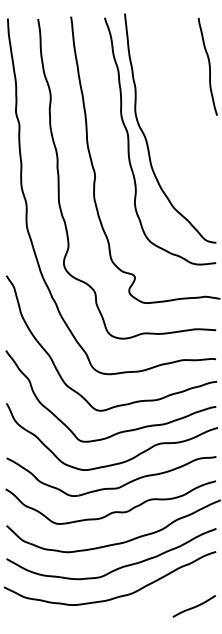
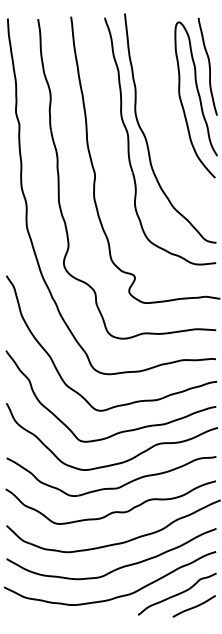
part at (195, 99): none -> present
curve at (177, 593): none -> present
